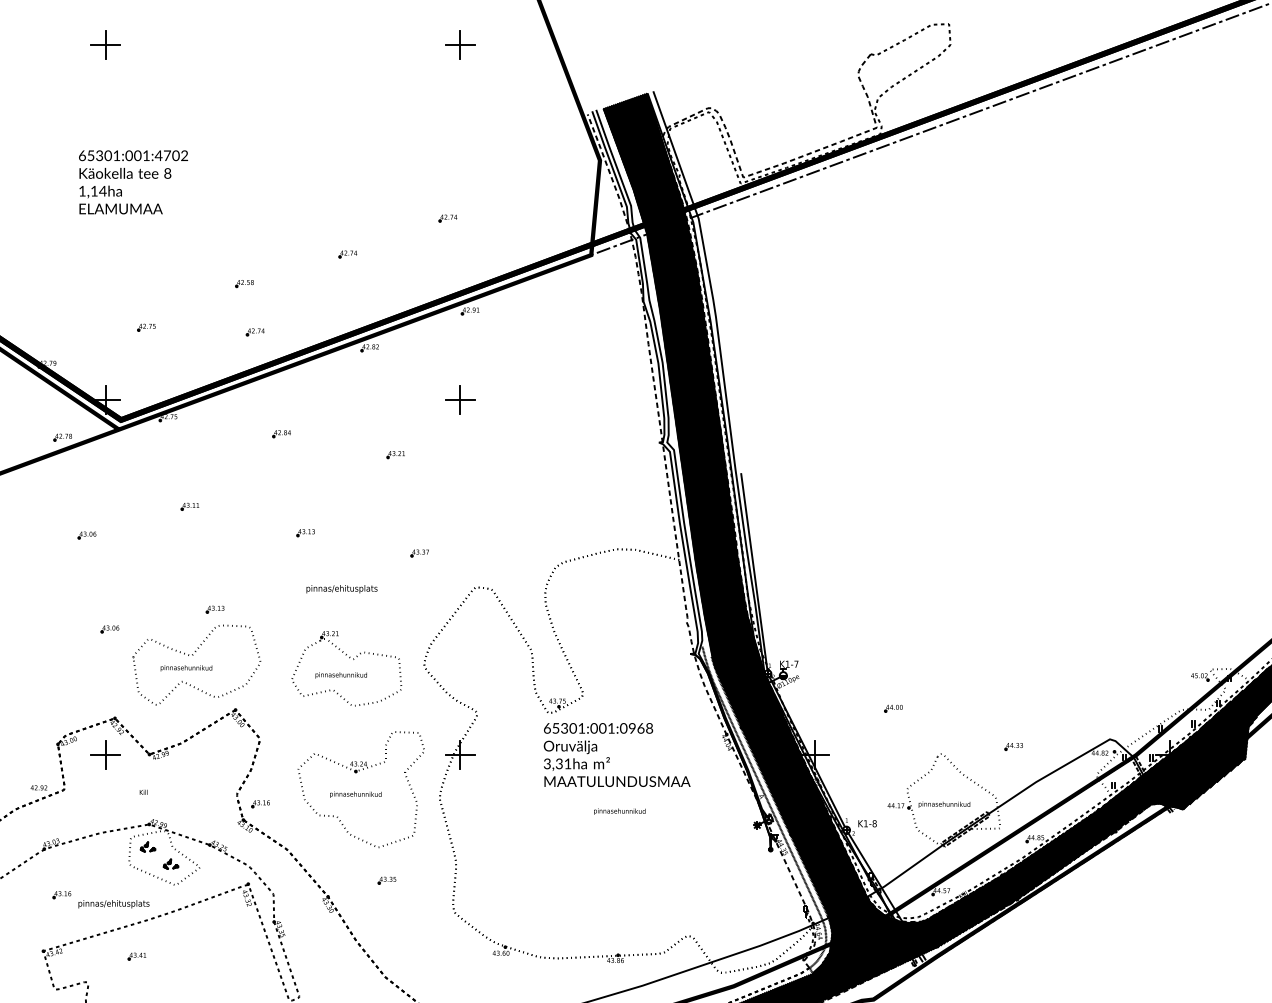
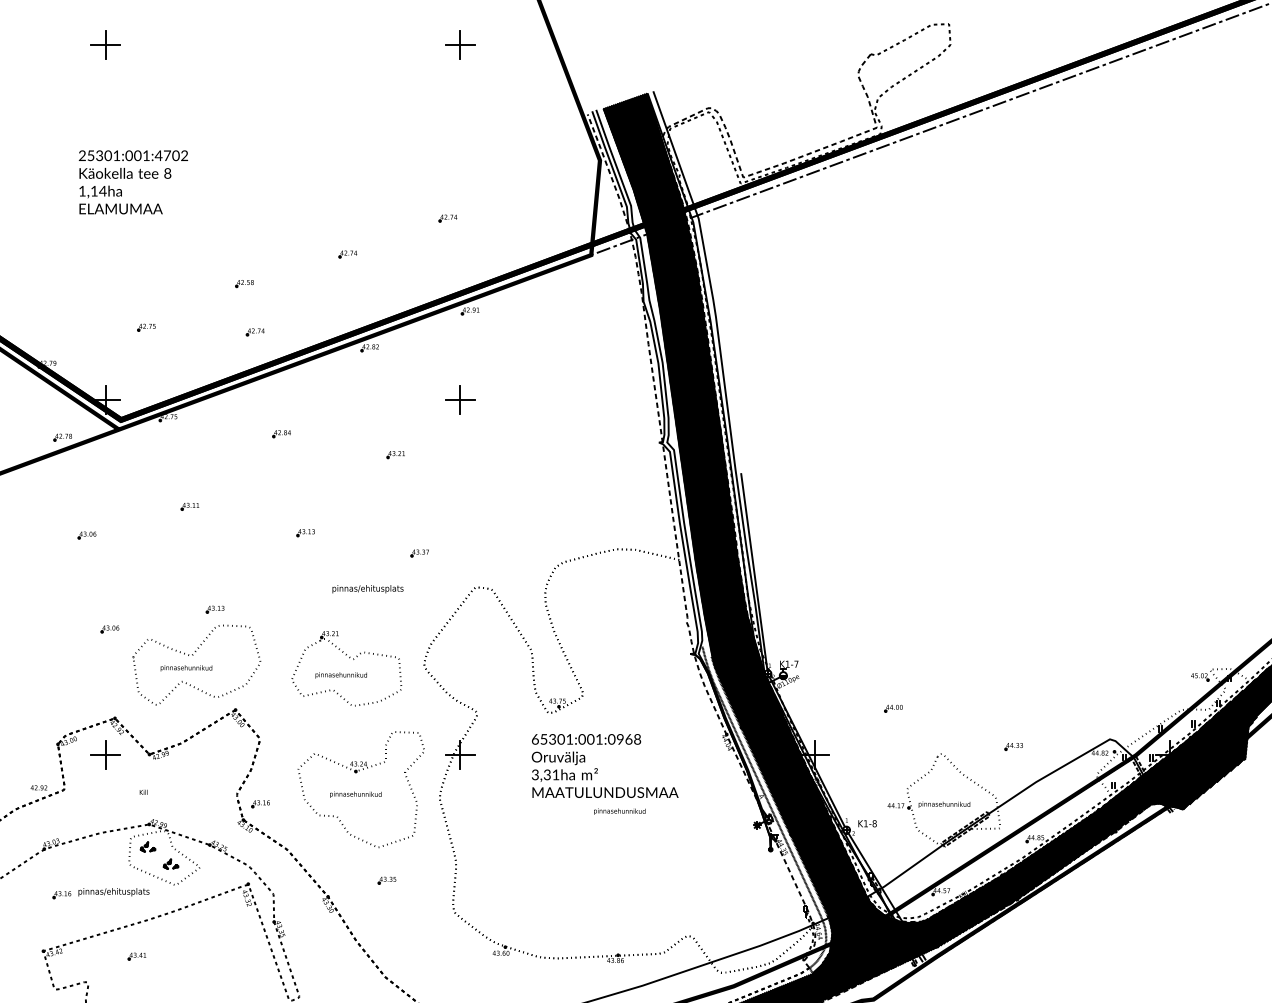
text at (81, 155): 65301:001:4702 -> 25301:001:4702
text at (341, 589) position: (341, 589) -> (367, 589)
text at (616, 754) position: (616, 754) -> (604, 765)
text at (113, 904) position: (113, 904) -> (113, 892)
